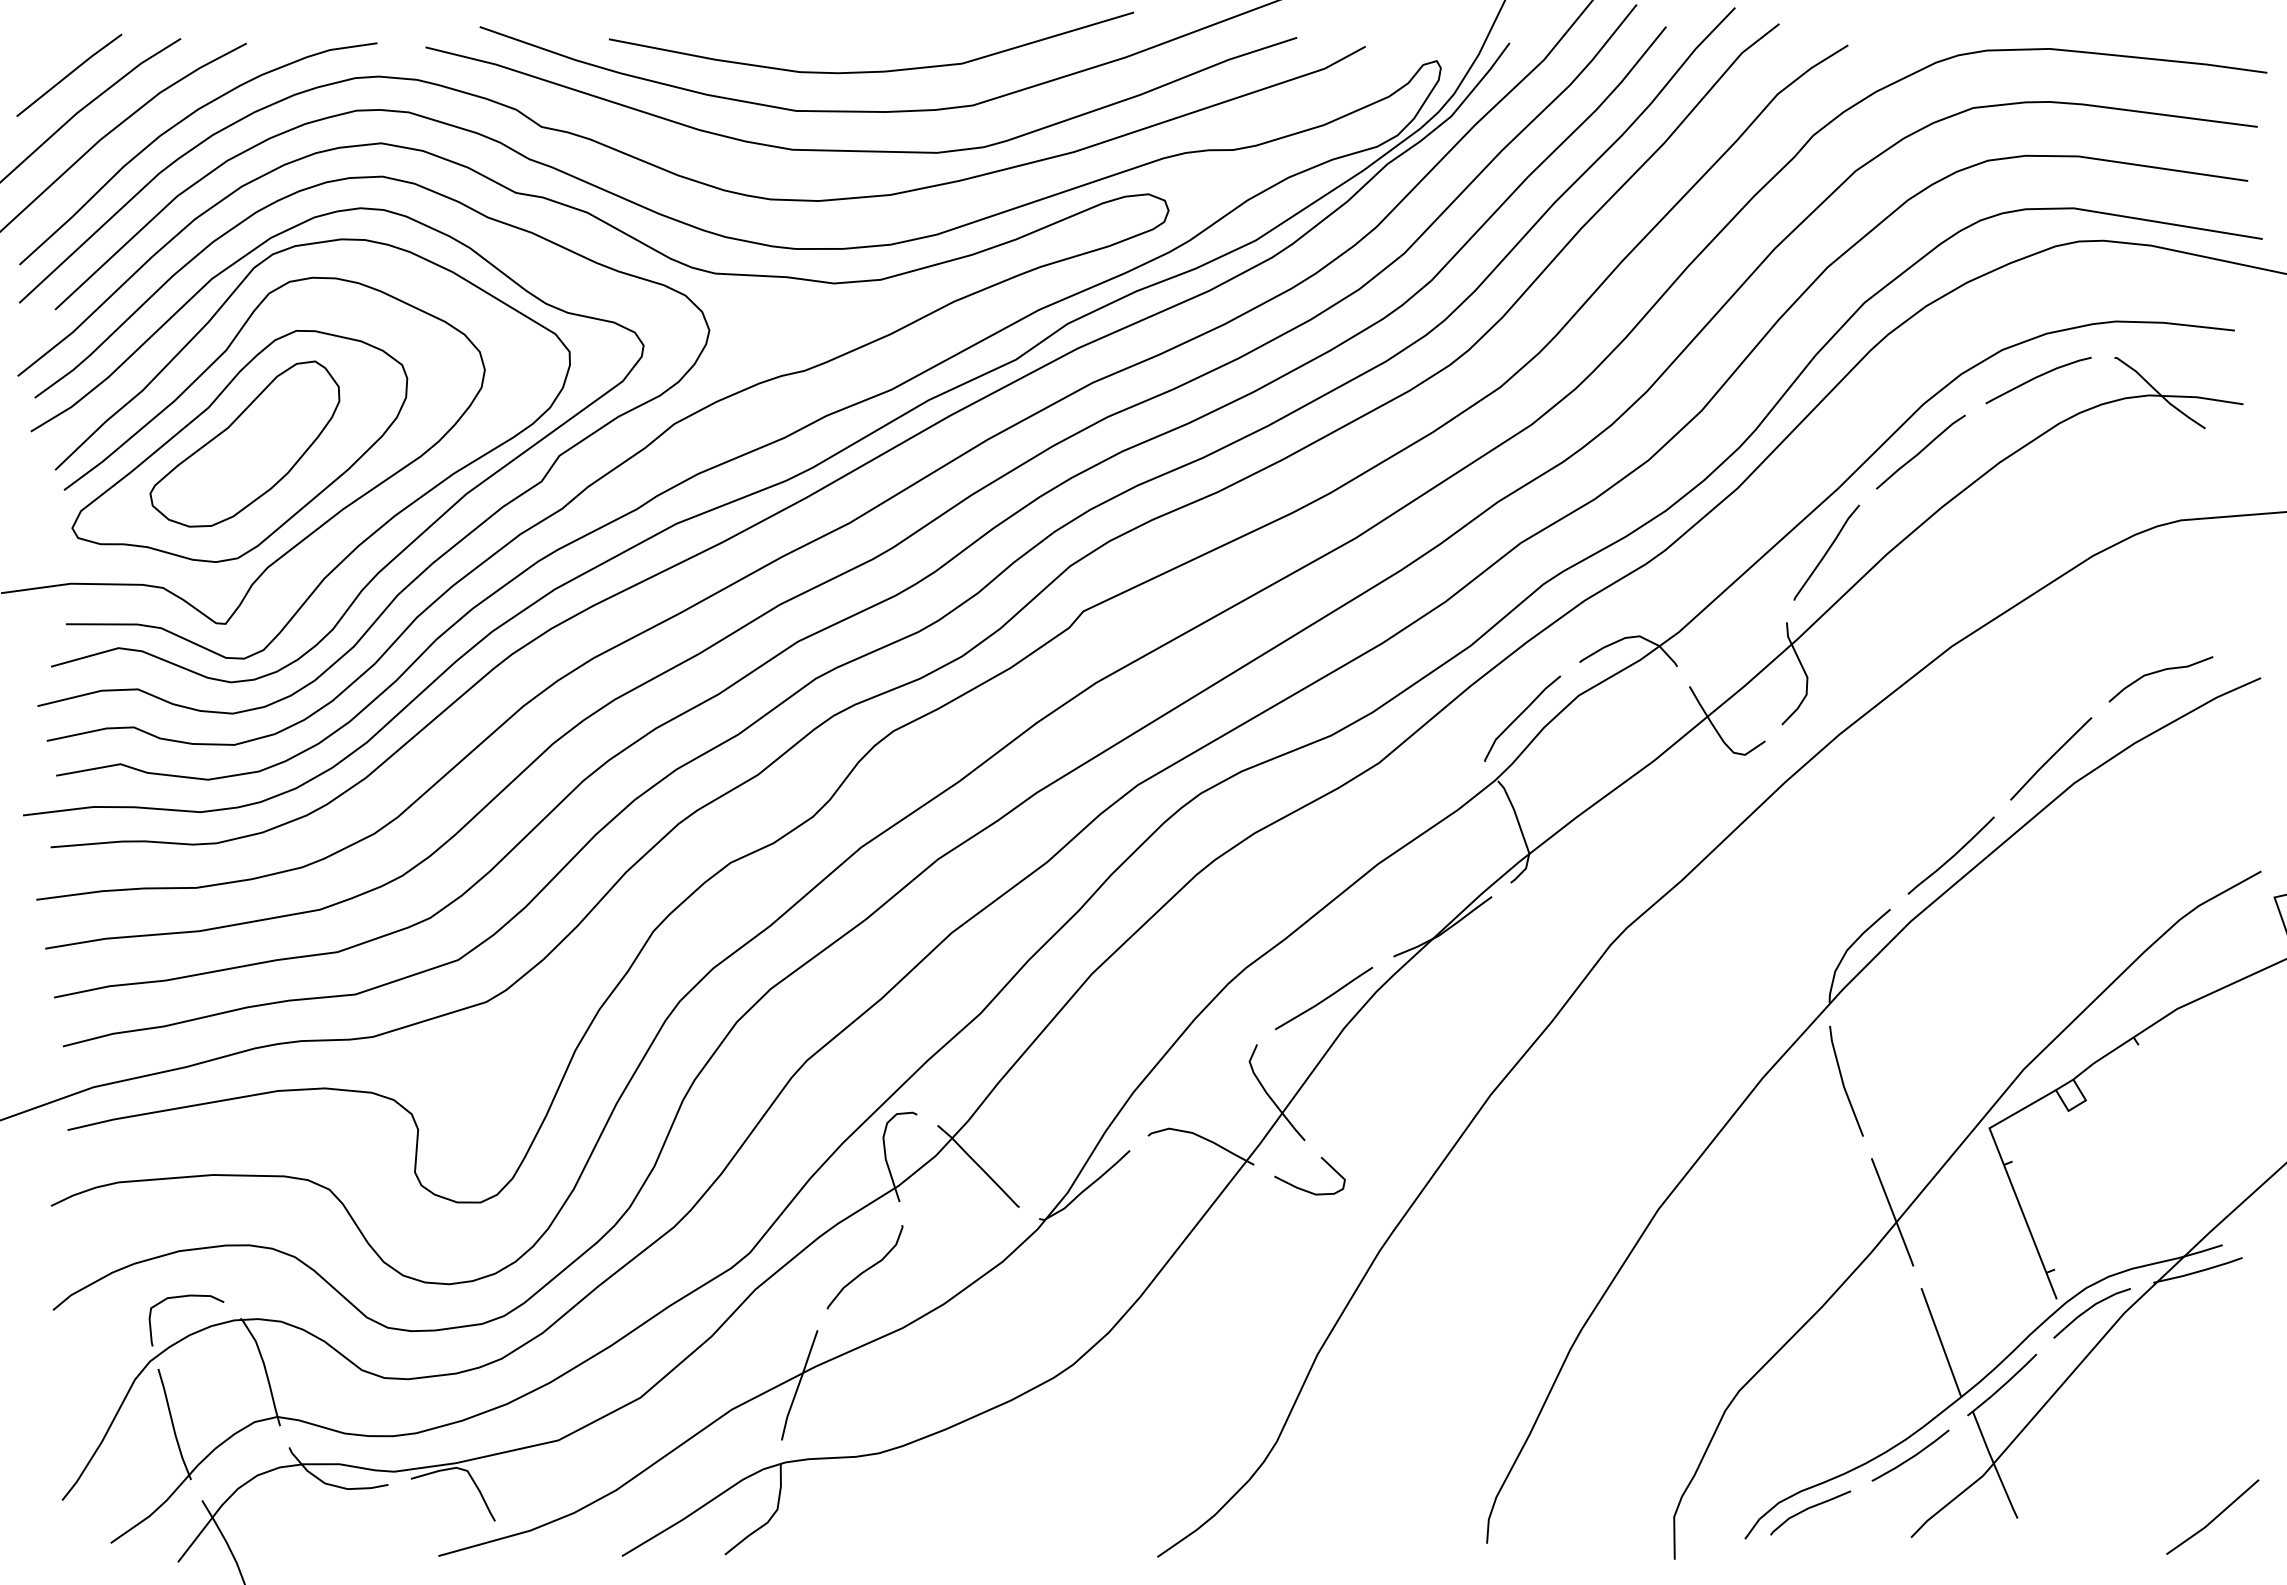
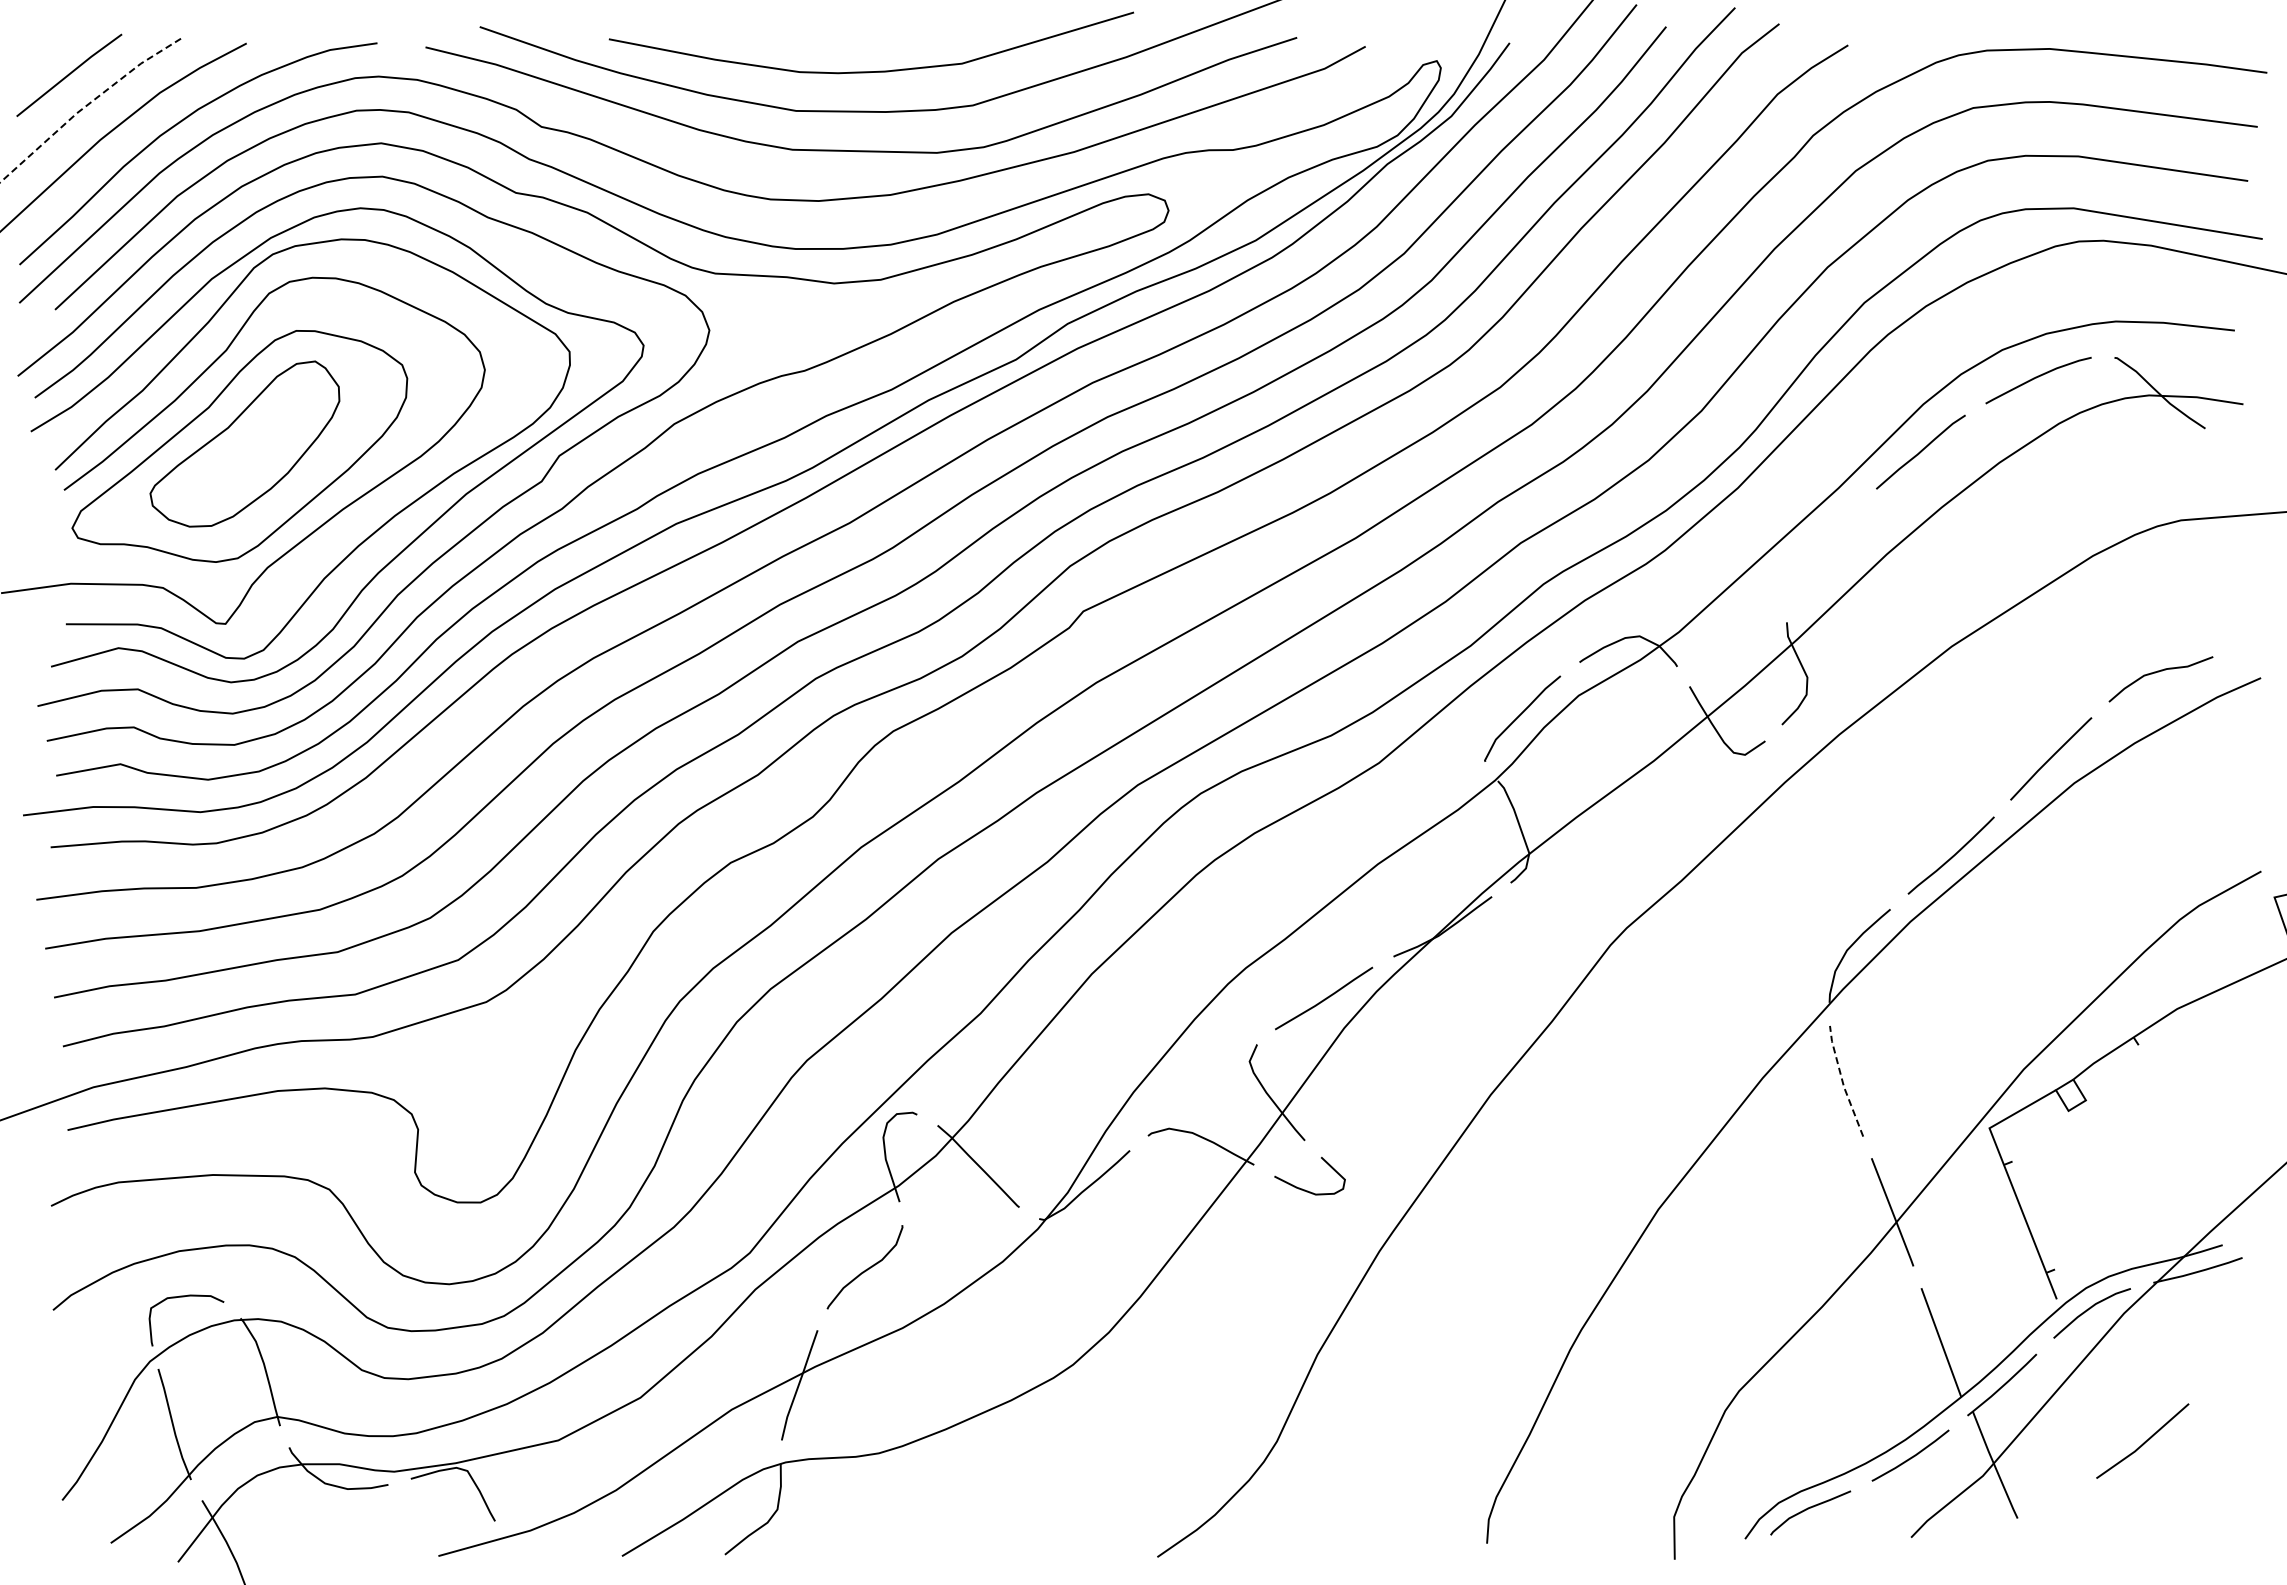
line at (87, 105): solid -> dashed
curve at (1826, 552): present -> none
line at (1842, 1082): solid -> dashed
line at (2214, 1517) position: (2214, 1517) -> (2144, 1441)
